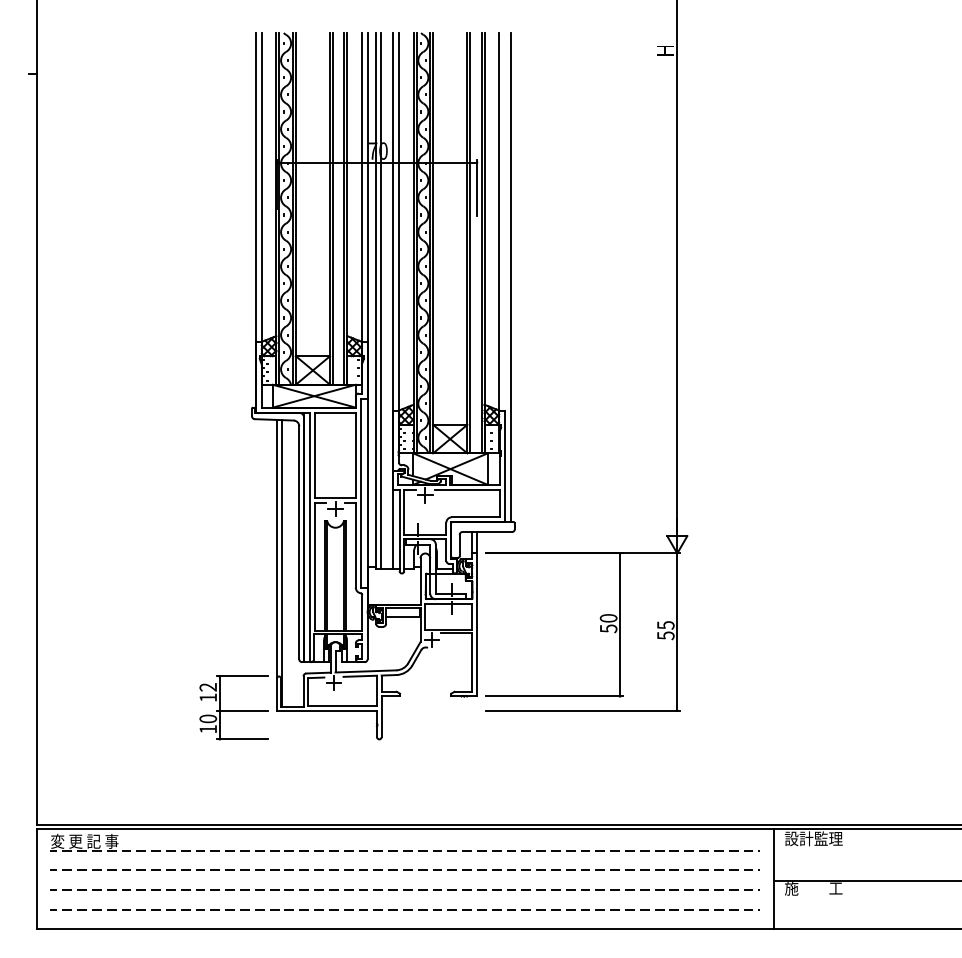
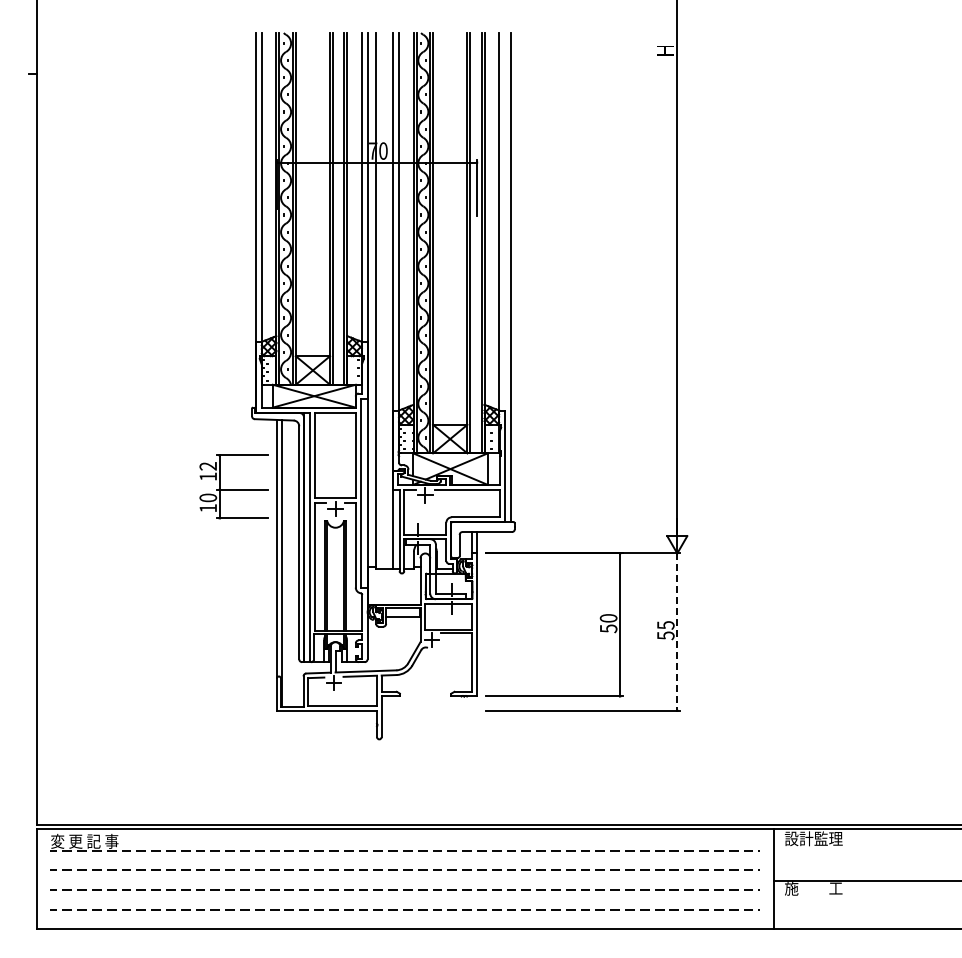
line at (381, 301): present -> none
line at (677, 632): solid -> dashed
part at (233, 707) position: (233, 707) -> (233, 486)
